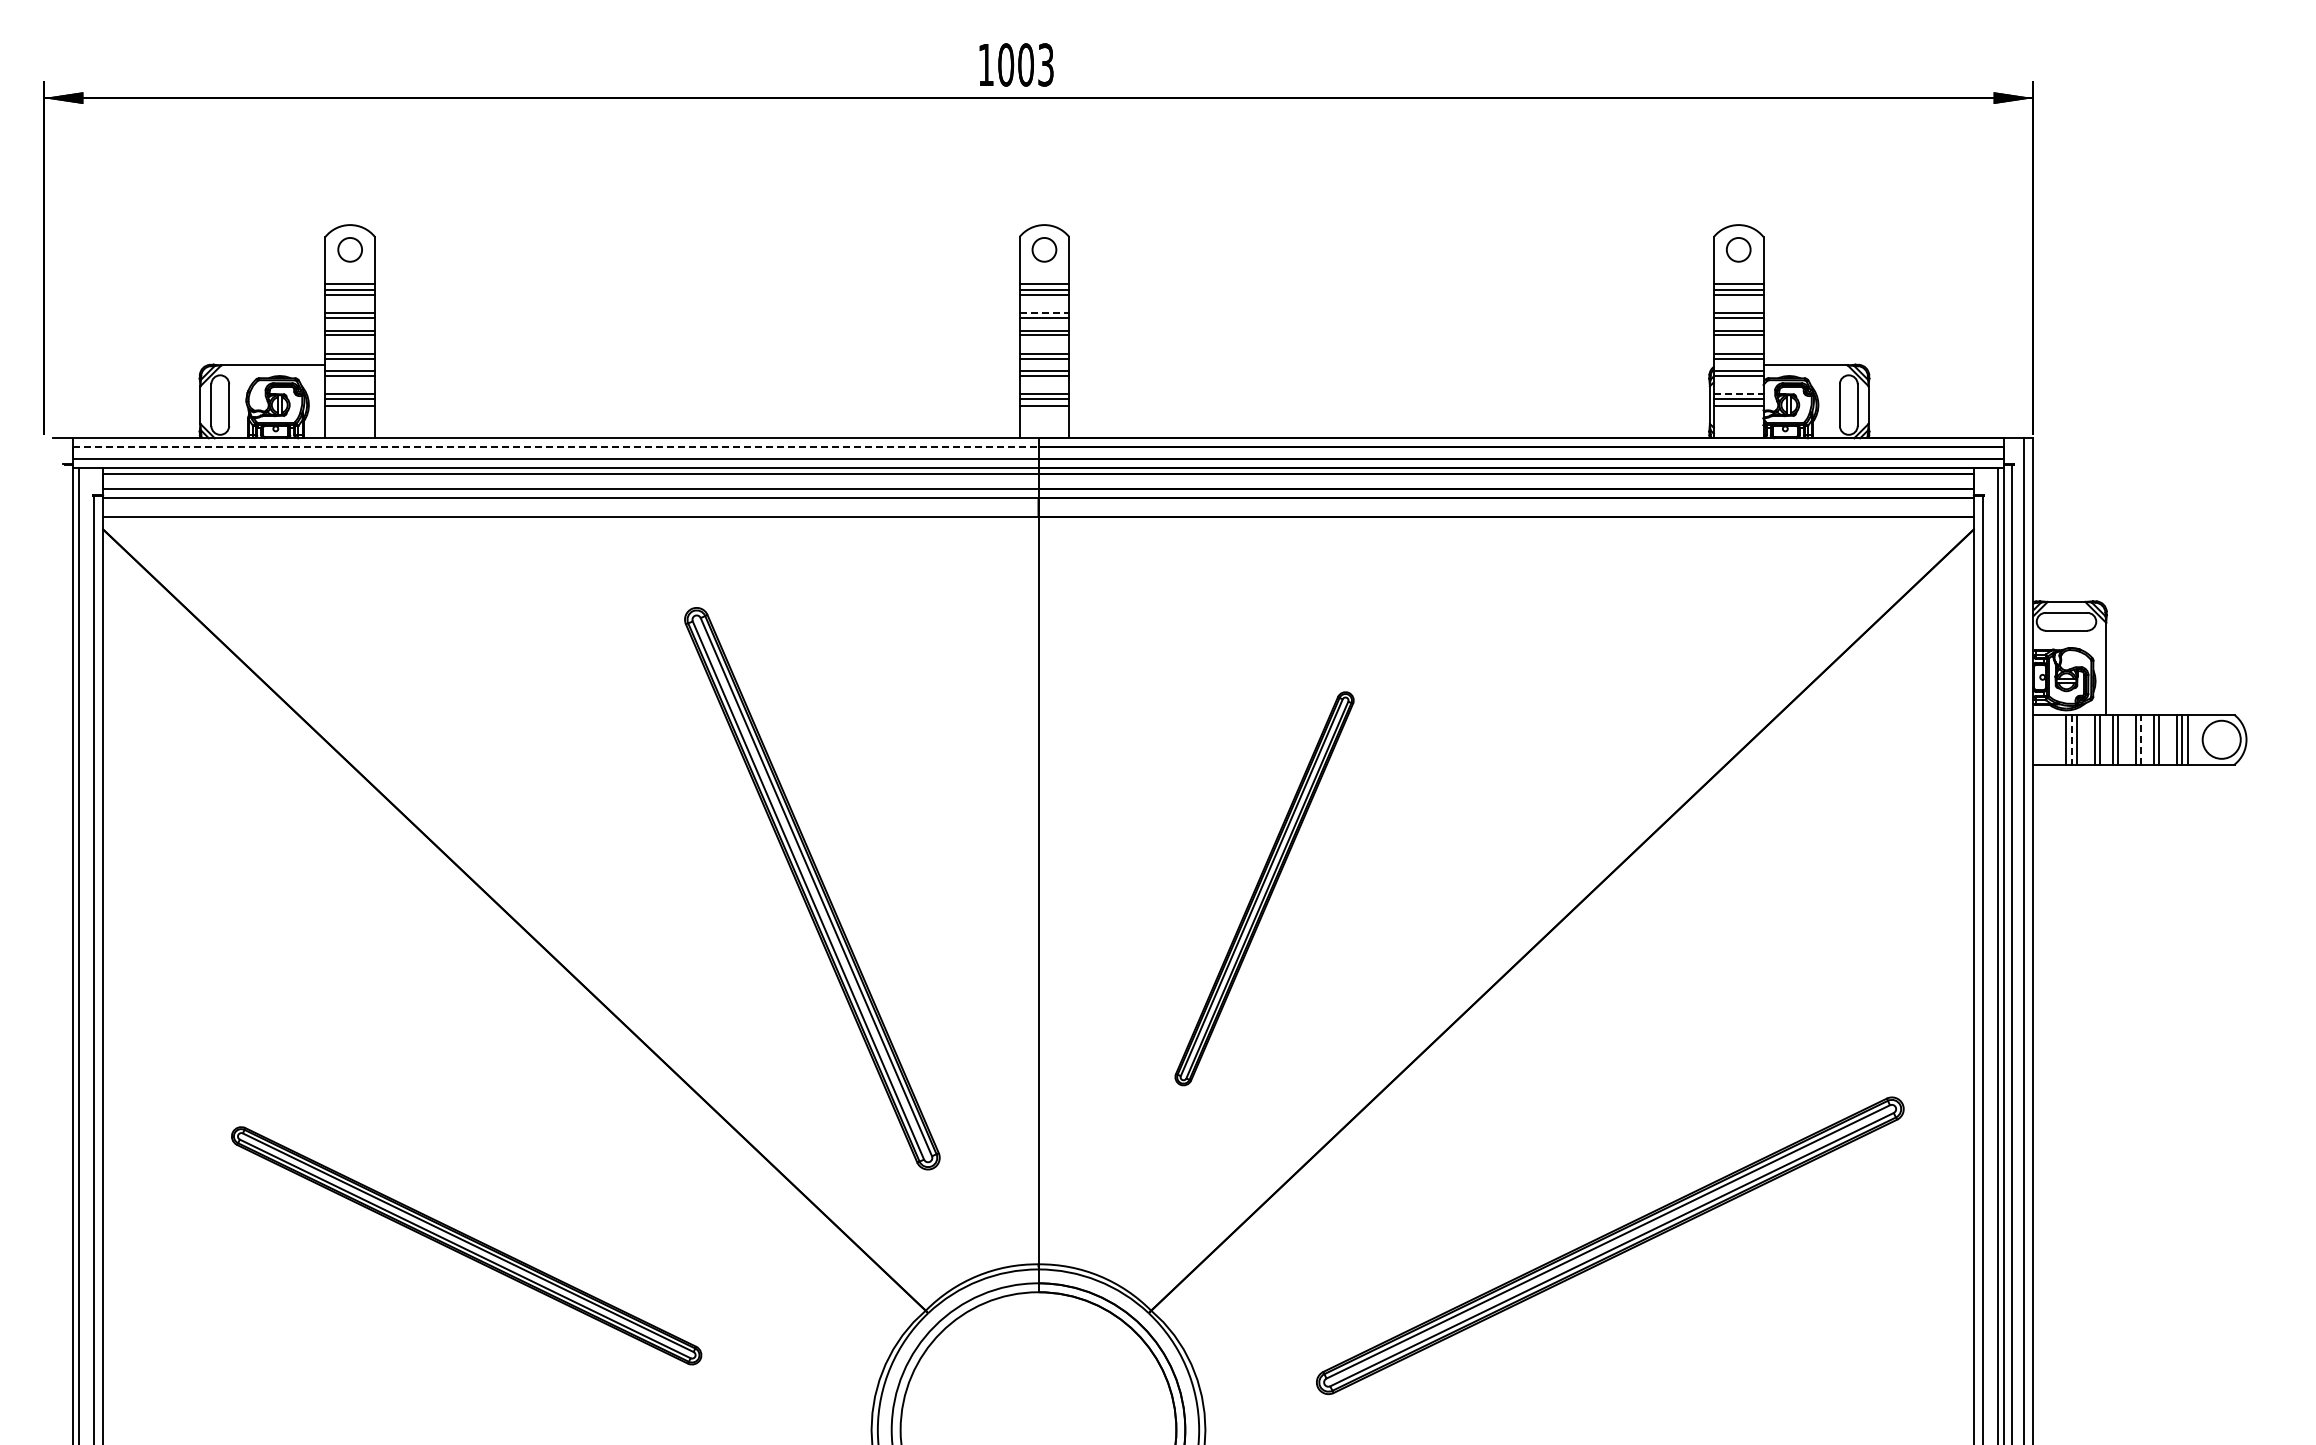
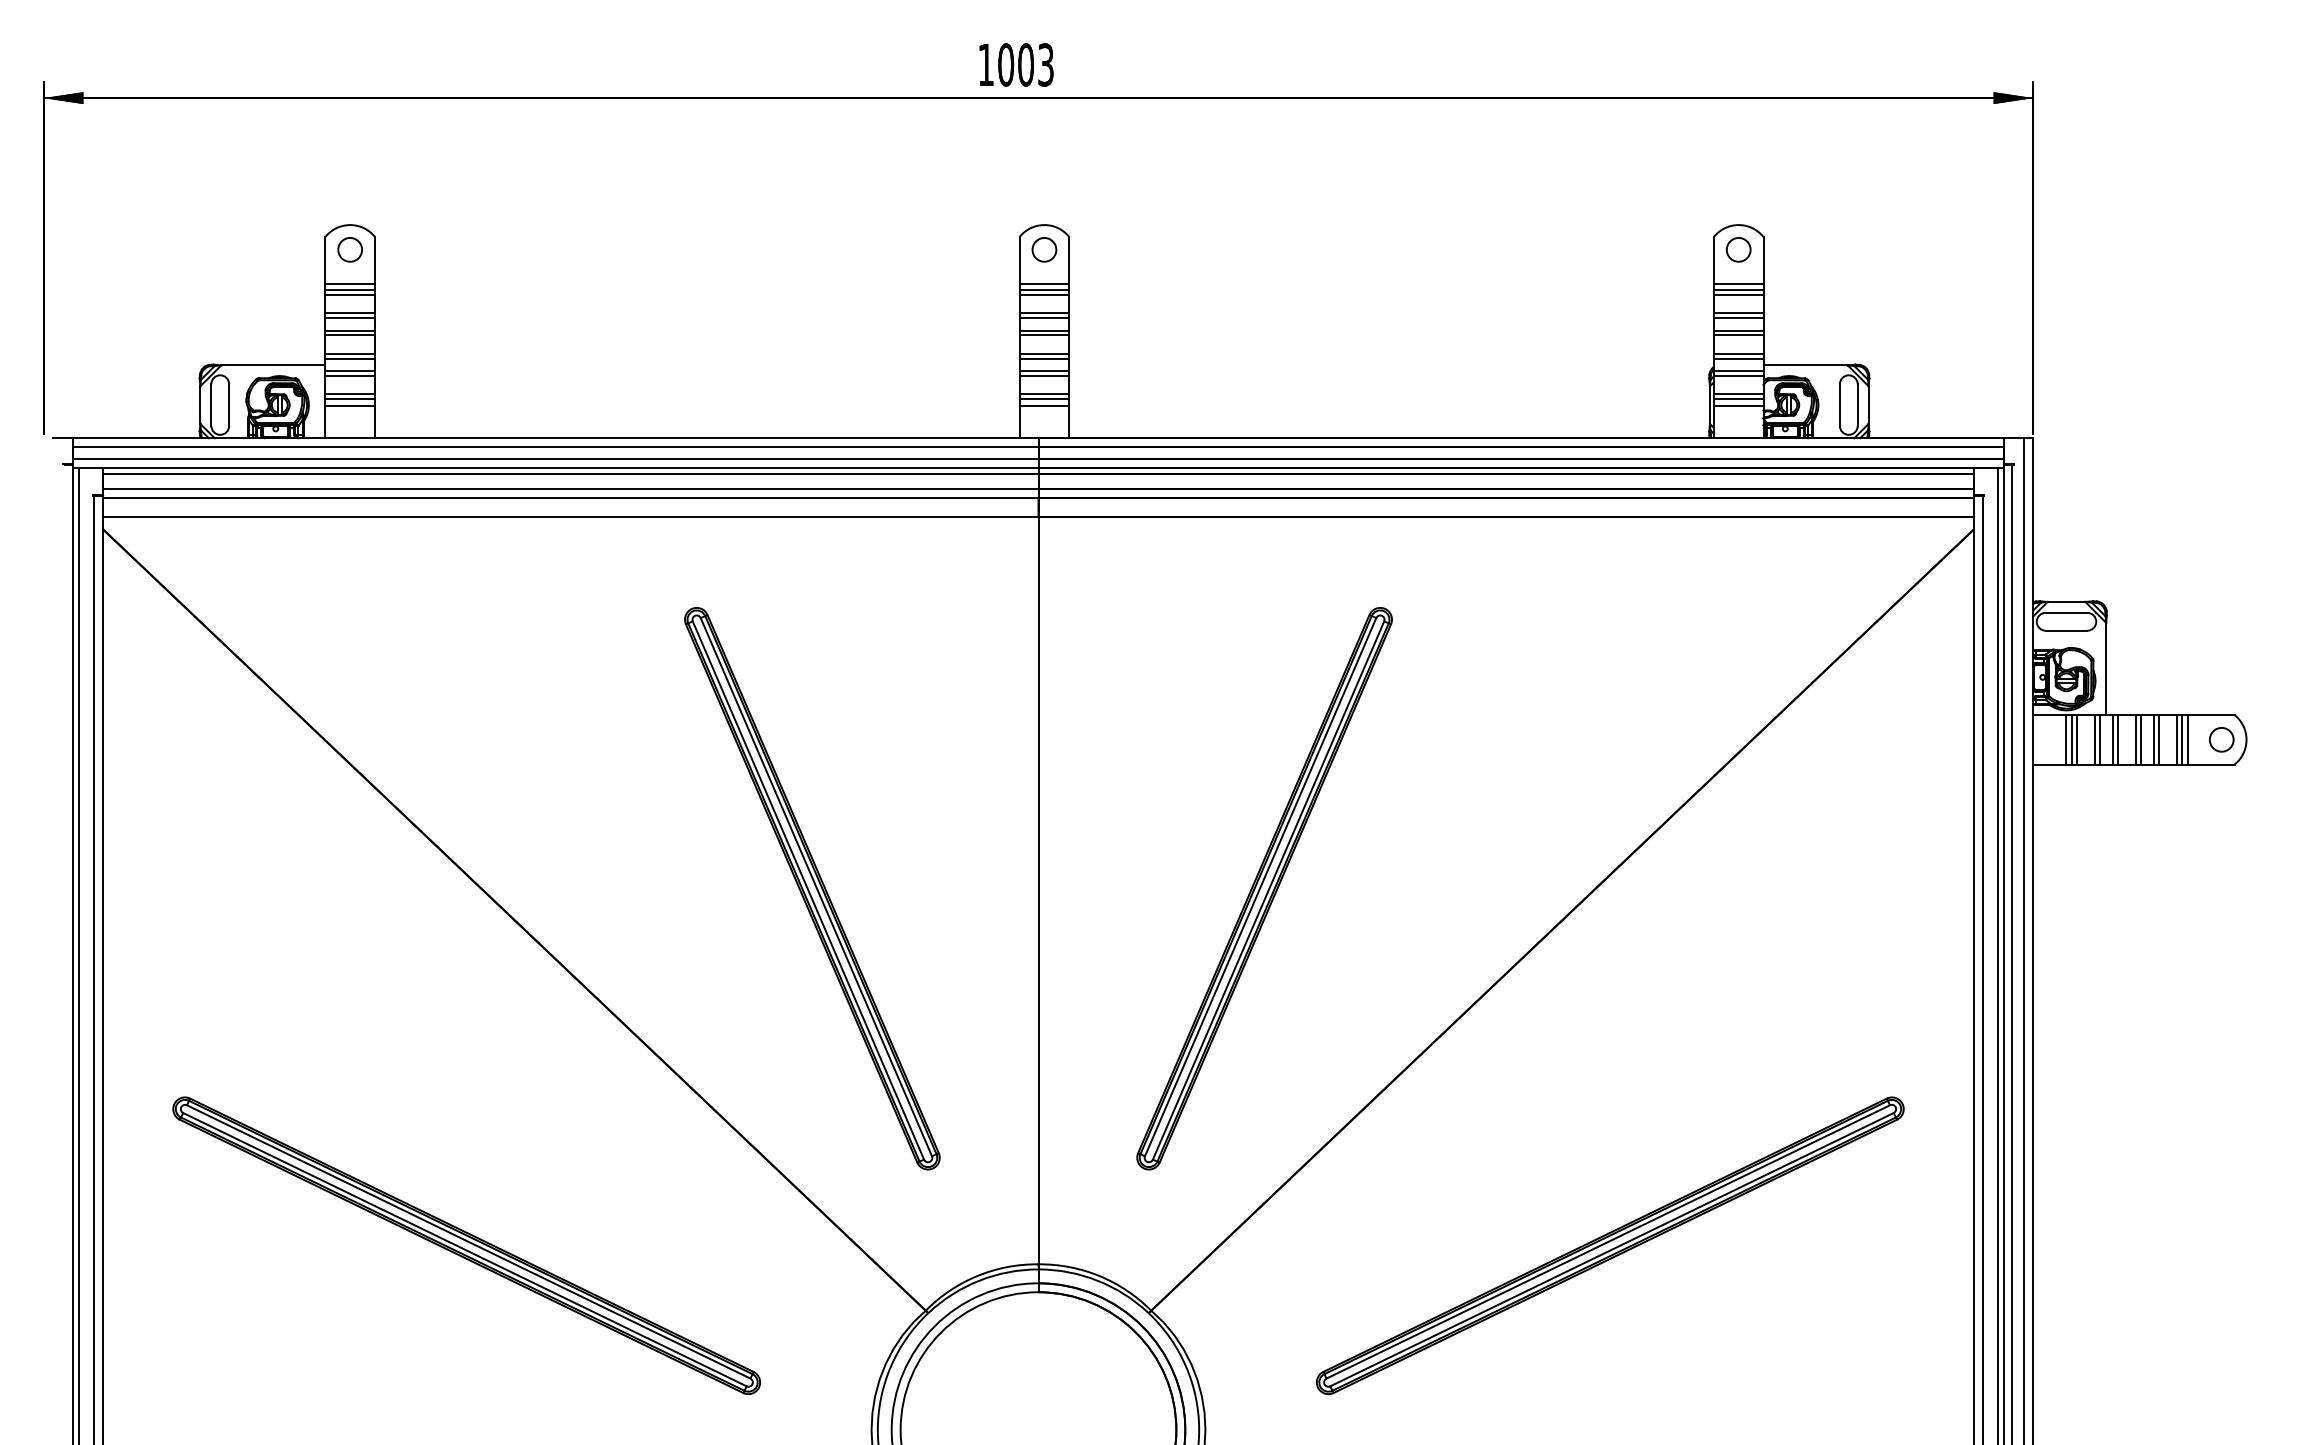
line at (1044, 313): dashed -> solid
line at (1738, 394): dashed -> solid
line at (555, 447): dashed -> solid
line at (2072, 739): dashed -> solid
line at (2141, 739): dashed -> solid
circle at (2221, 739) diameter: 38 px -> 24 px
part at (1264, 888) size: 181x396 px -> 257x564 px
part at (466, 1245) size: 472x240 px -> 589x300 px
